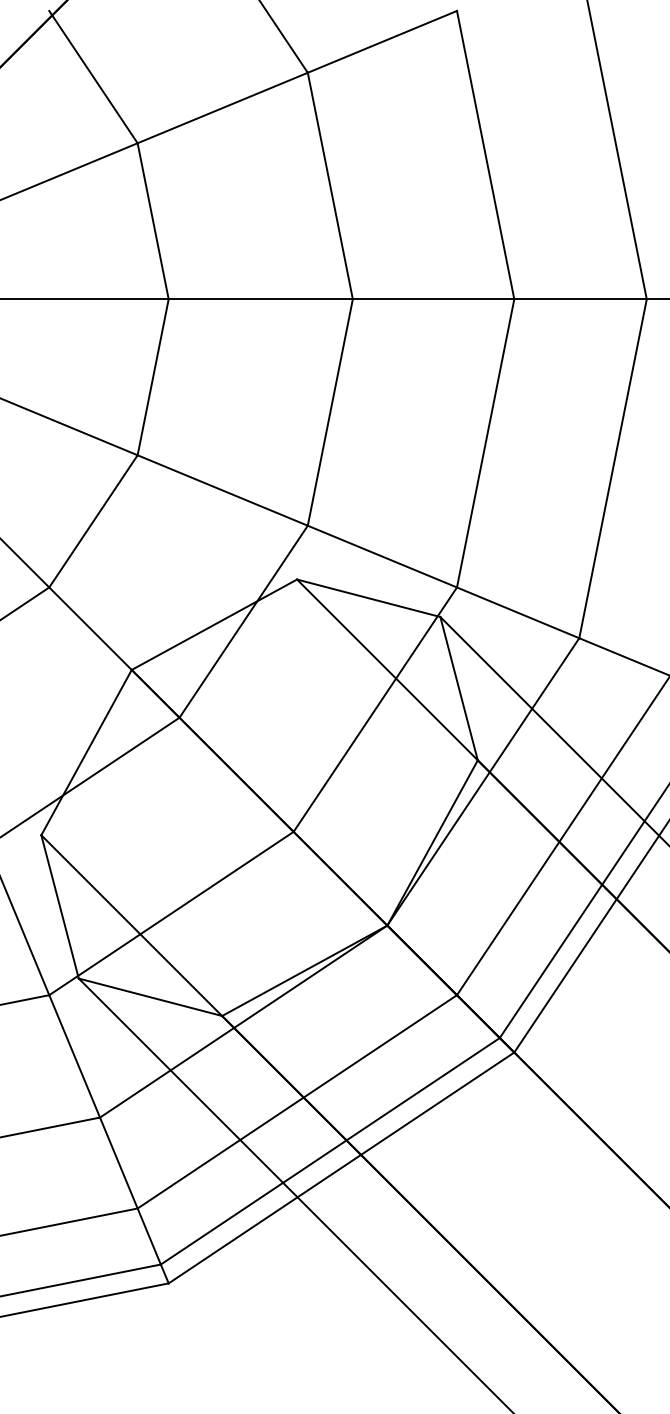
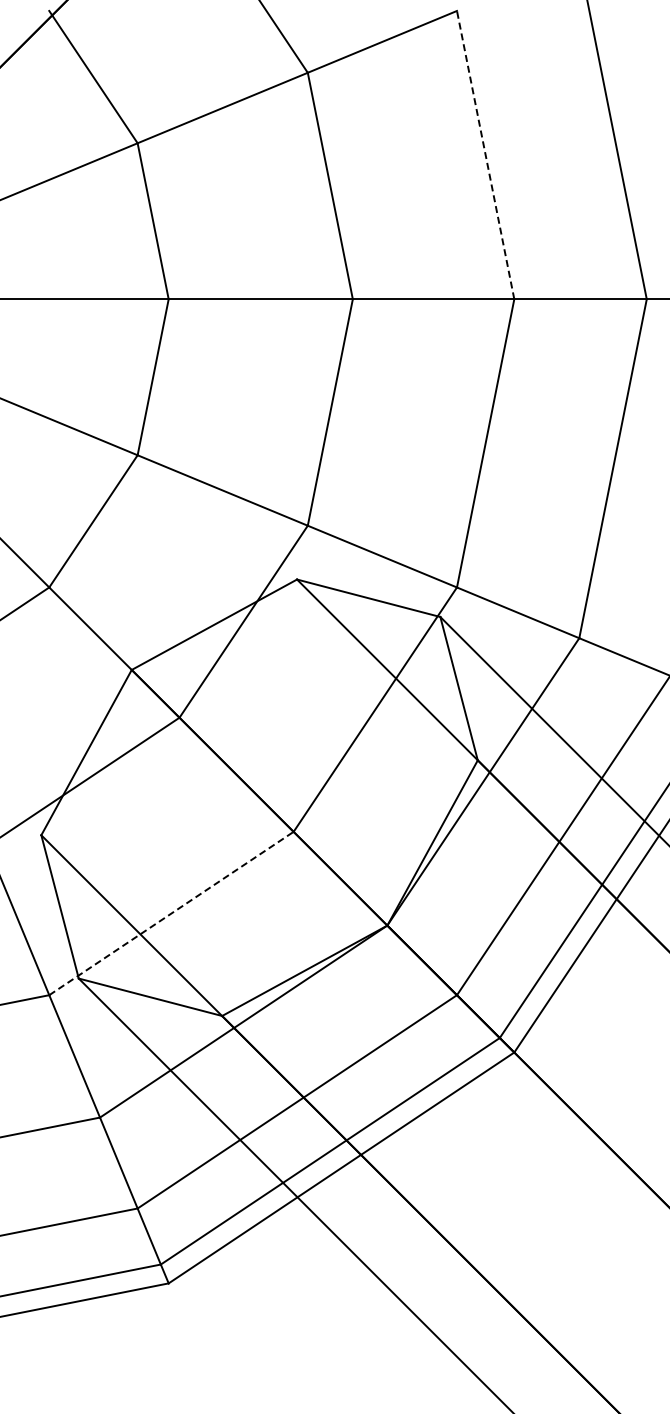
line at (485, 155): solid -> dashed
line at (171, 913): solid -> dashed
